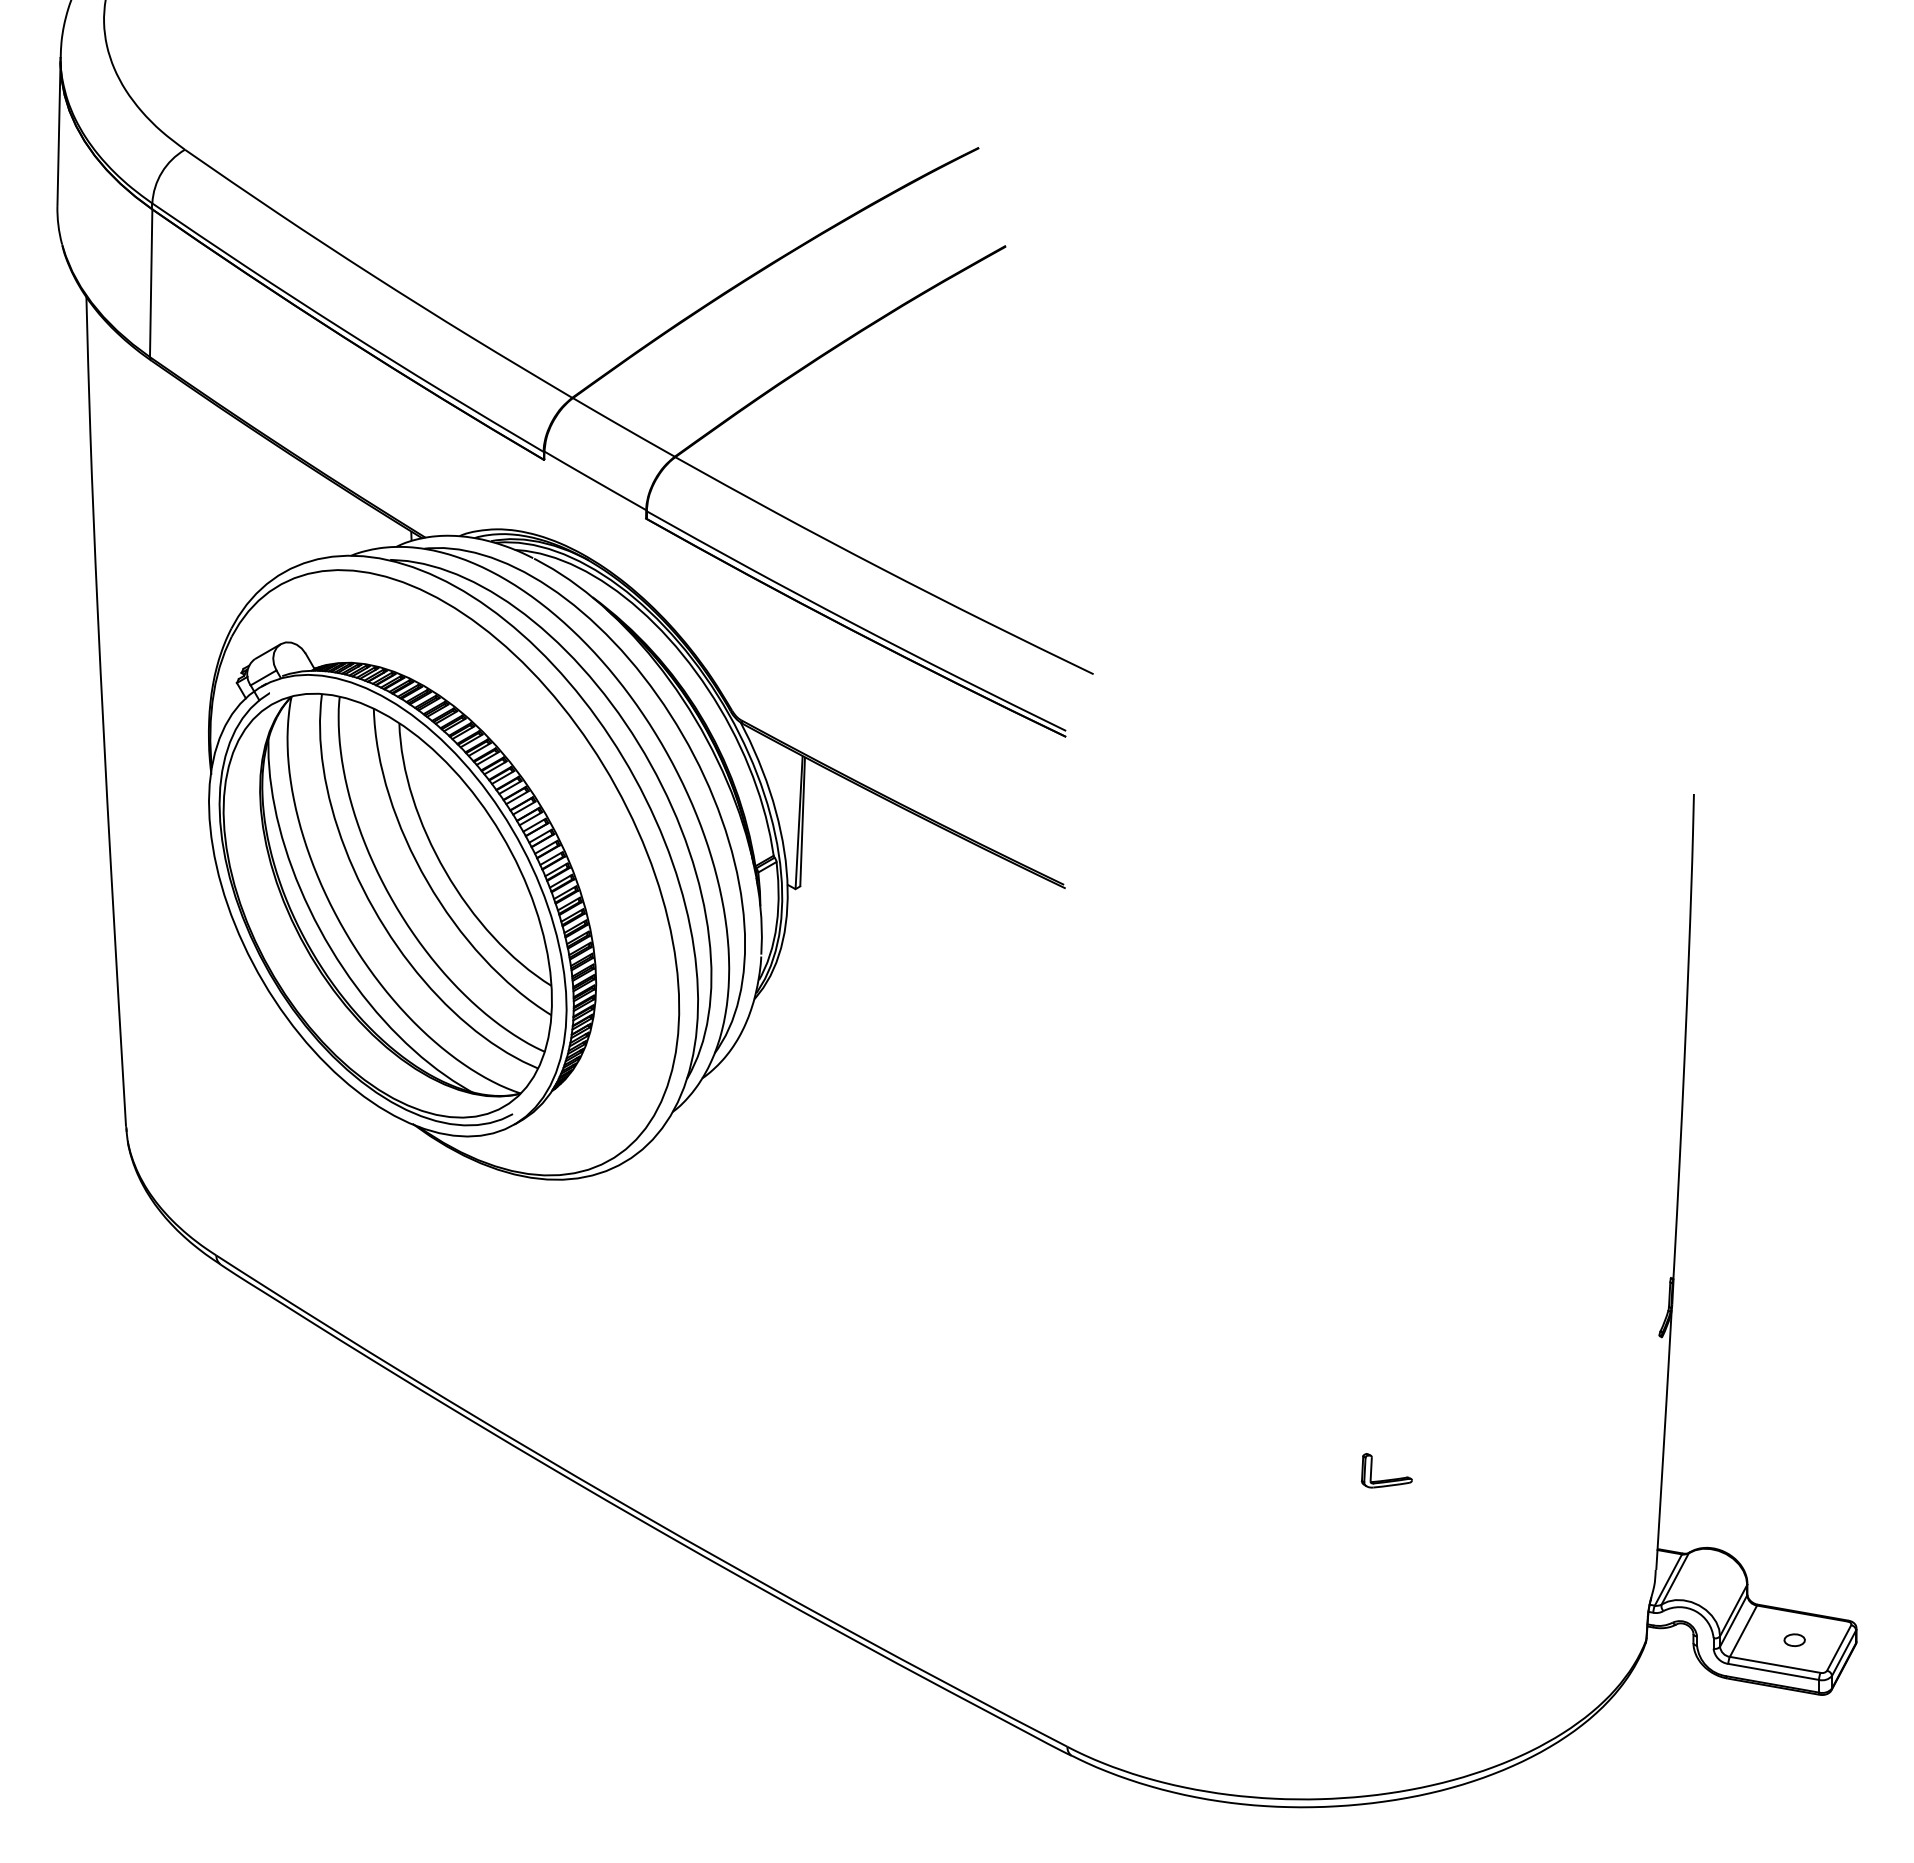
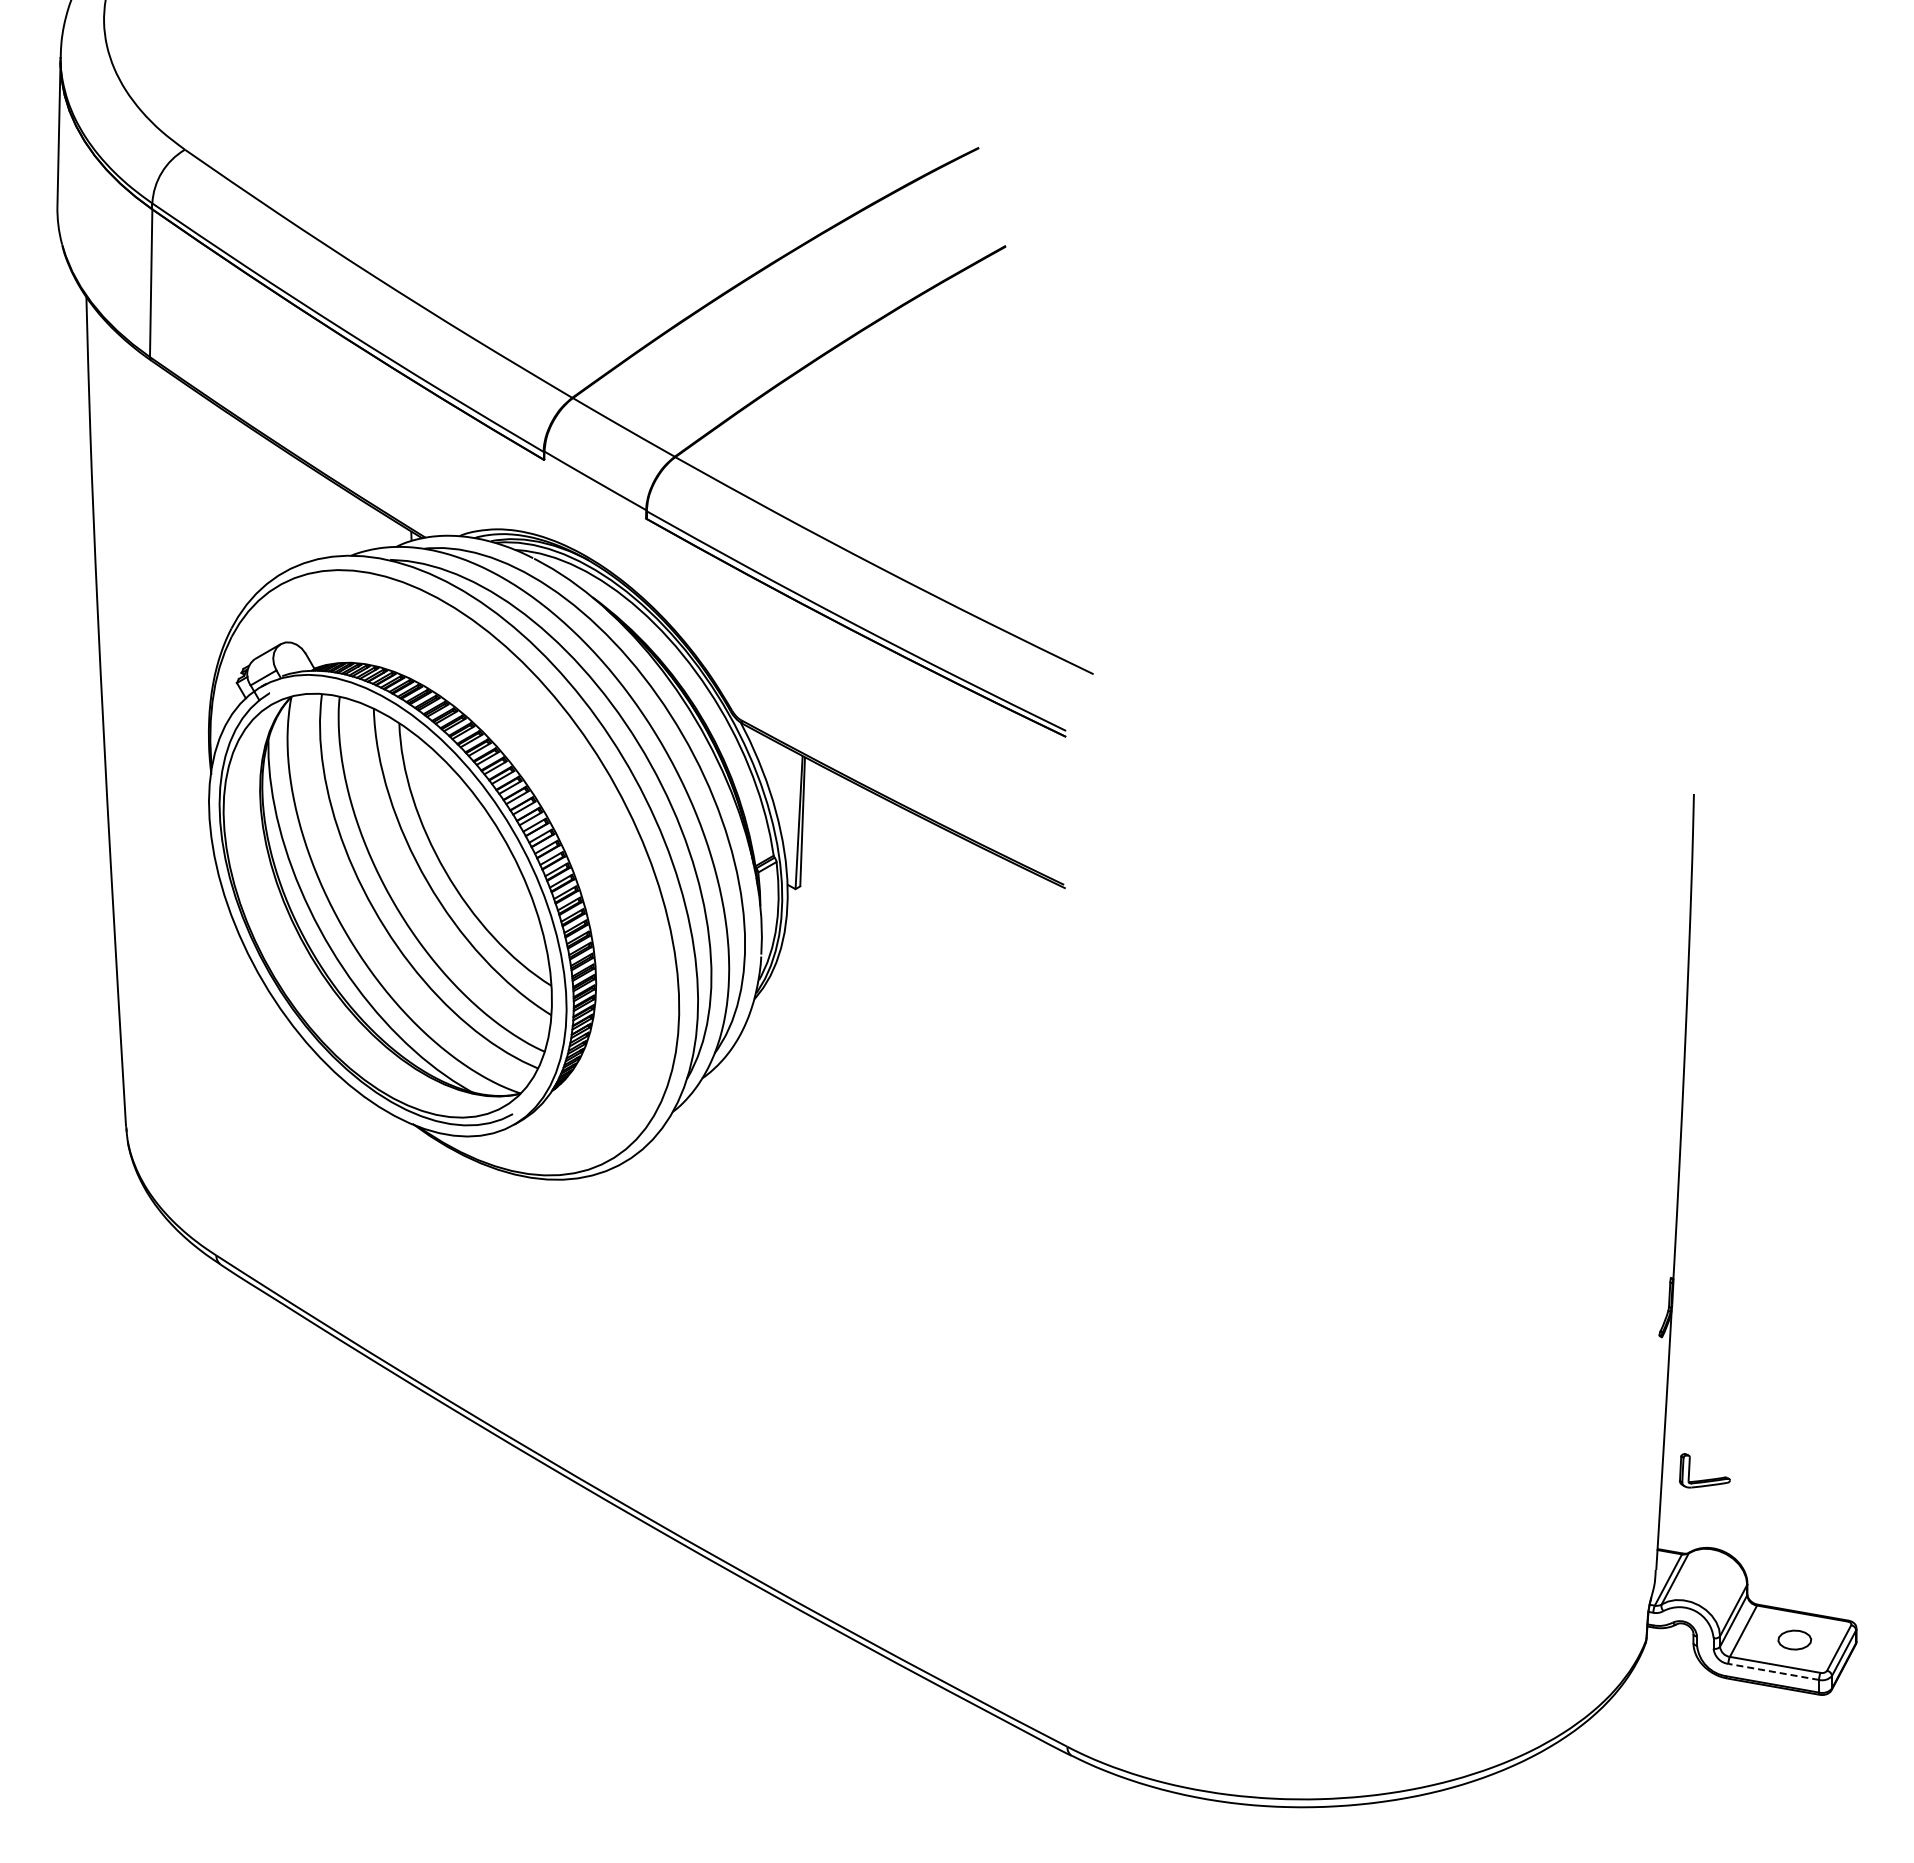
part at (1386, 1479) position: (1386, 1479) -> (1704, 1479)
part at (1794, 1640) size: 23x15 px -> 36x22 px
line at (1773, 1671): solid -> dashed
